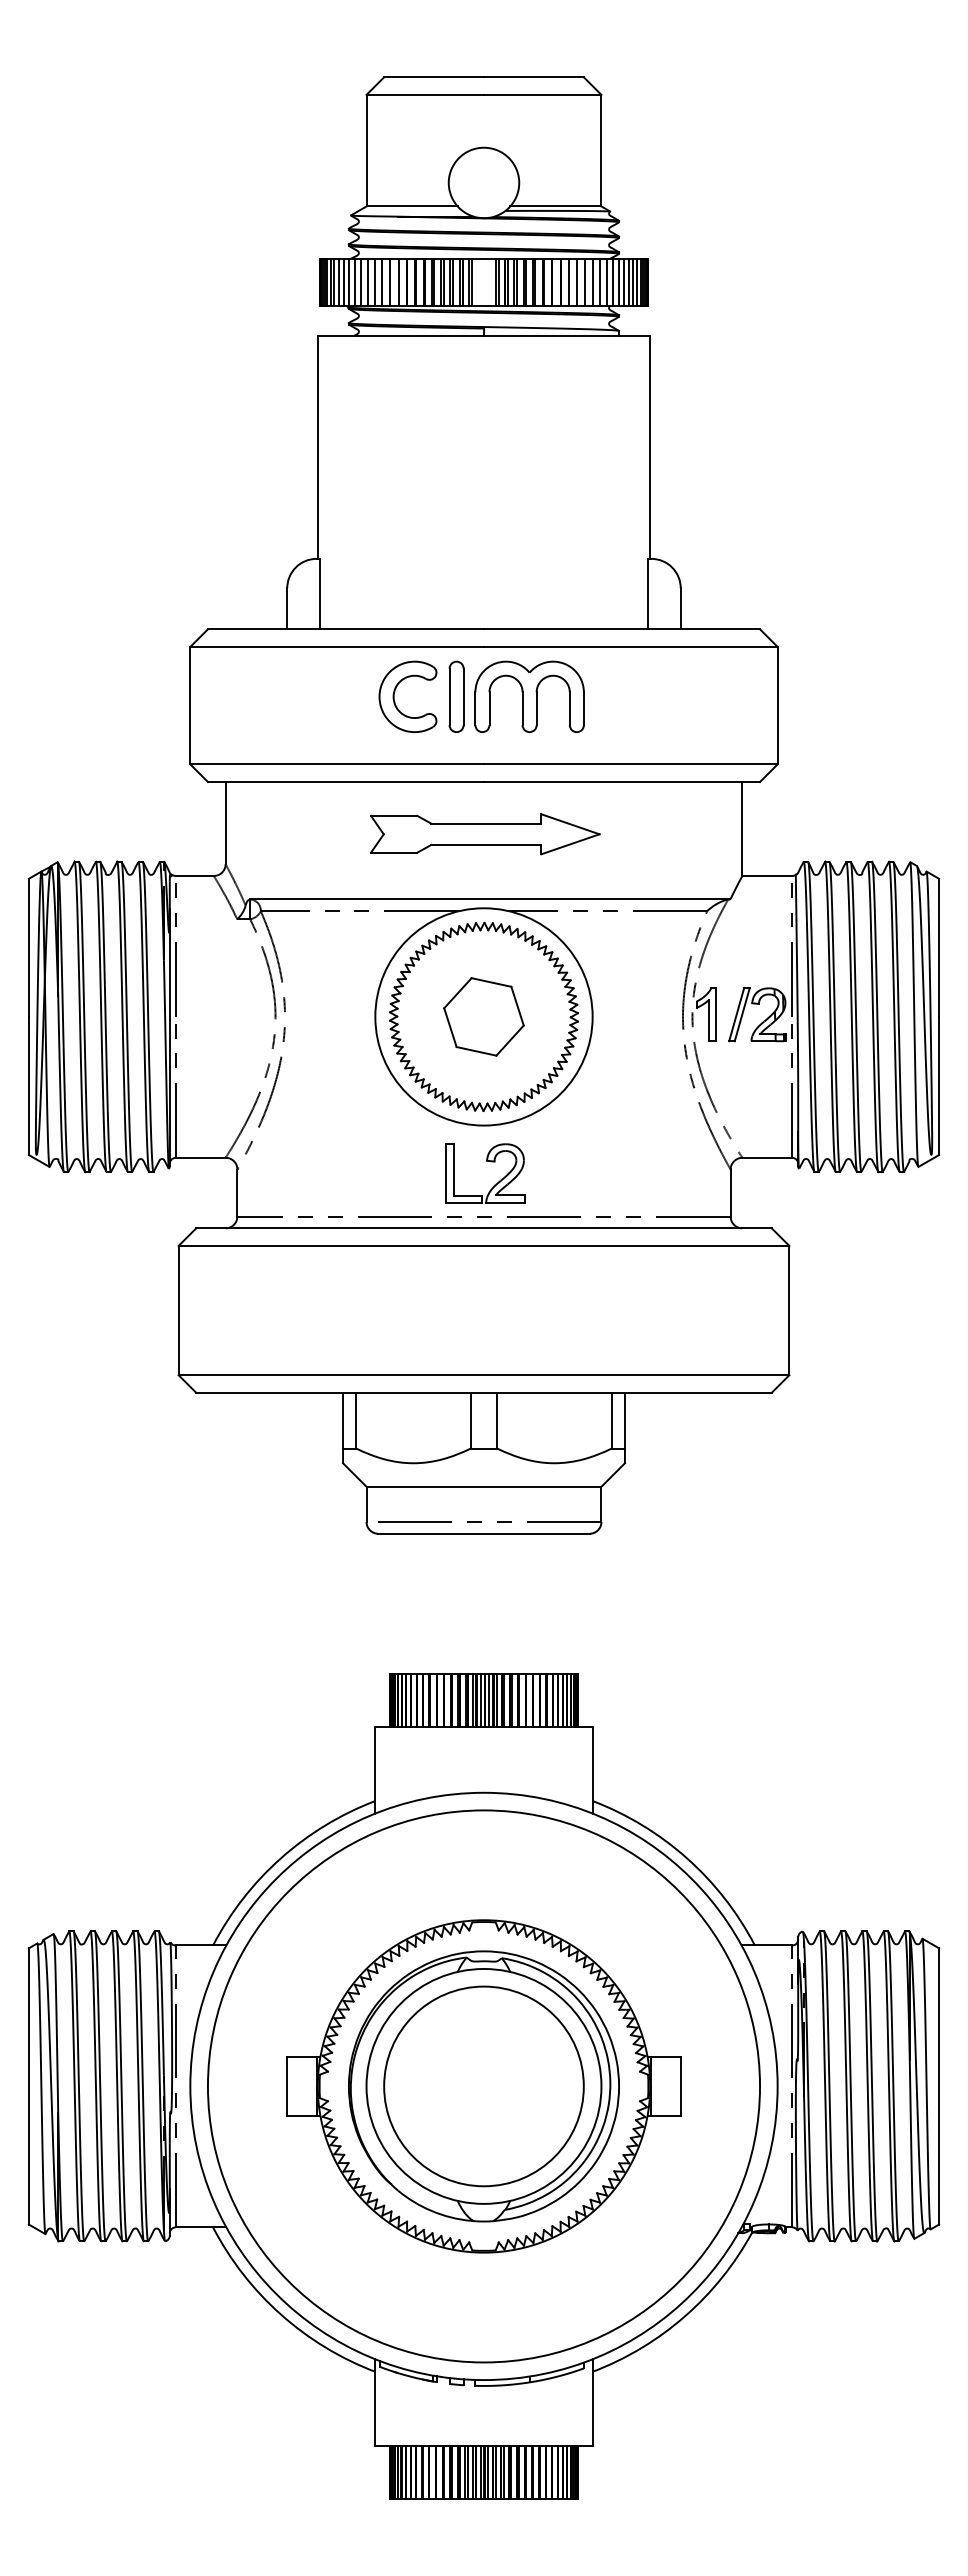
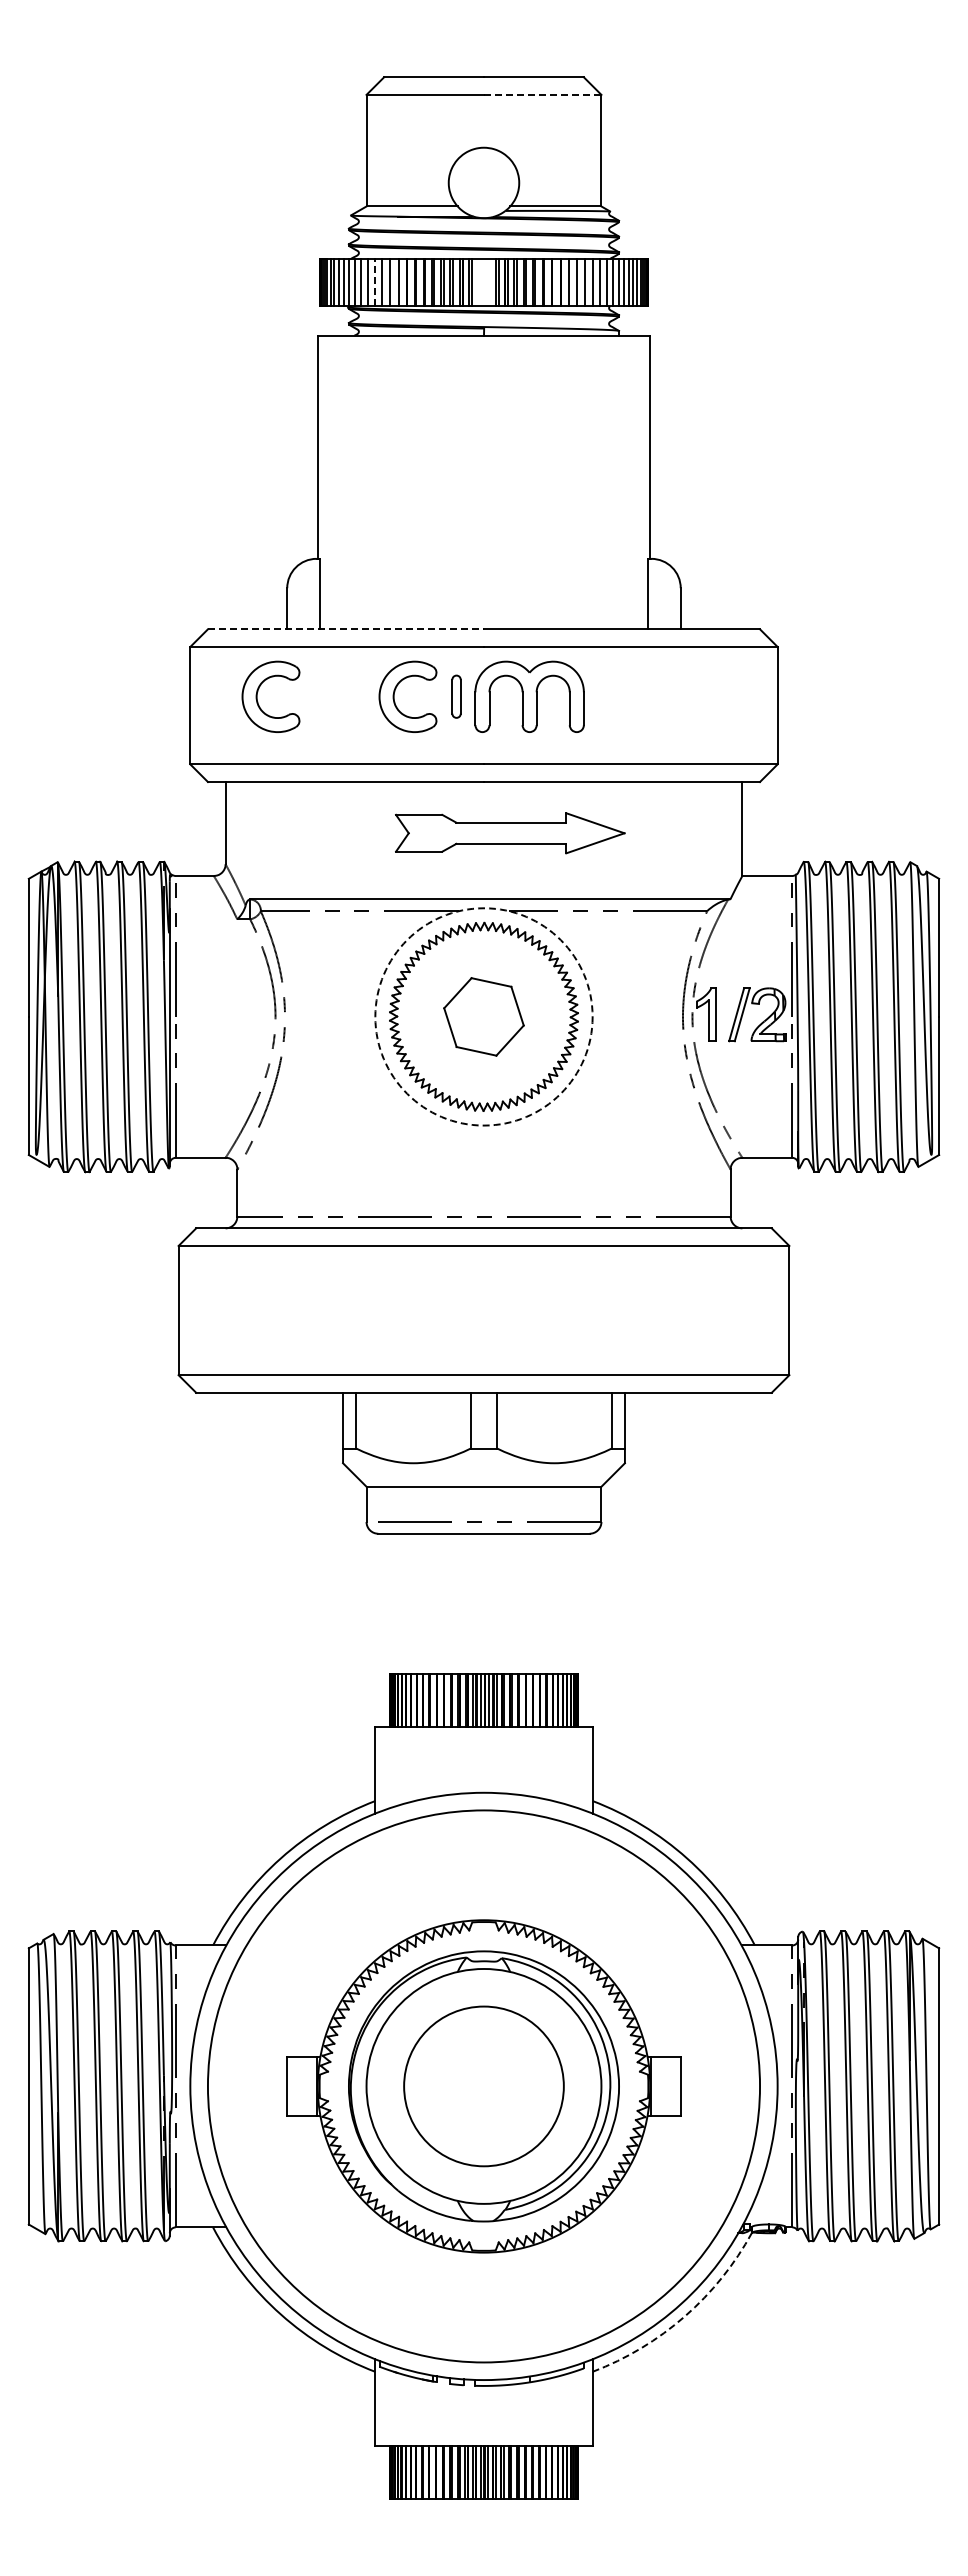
line at (542, 94): solid -> dashed
line at (374, 282): solid -> dashed
line at (346, 629): solid -> dashed
part at (258, 691): none -> present
part at (456, 696) size: 17x73 px -> 11x45 px
part at (485, 834) position: (485, 834) -> (510, 833)
circle at (483, 1016): solid -> dashed
part at (486, 1161): present -> none
circle at (483, 2086) diameter: 200 px -> 160 px
arc at (684, 2316): solid -> dashed
